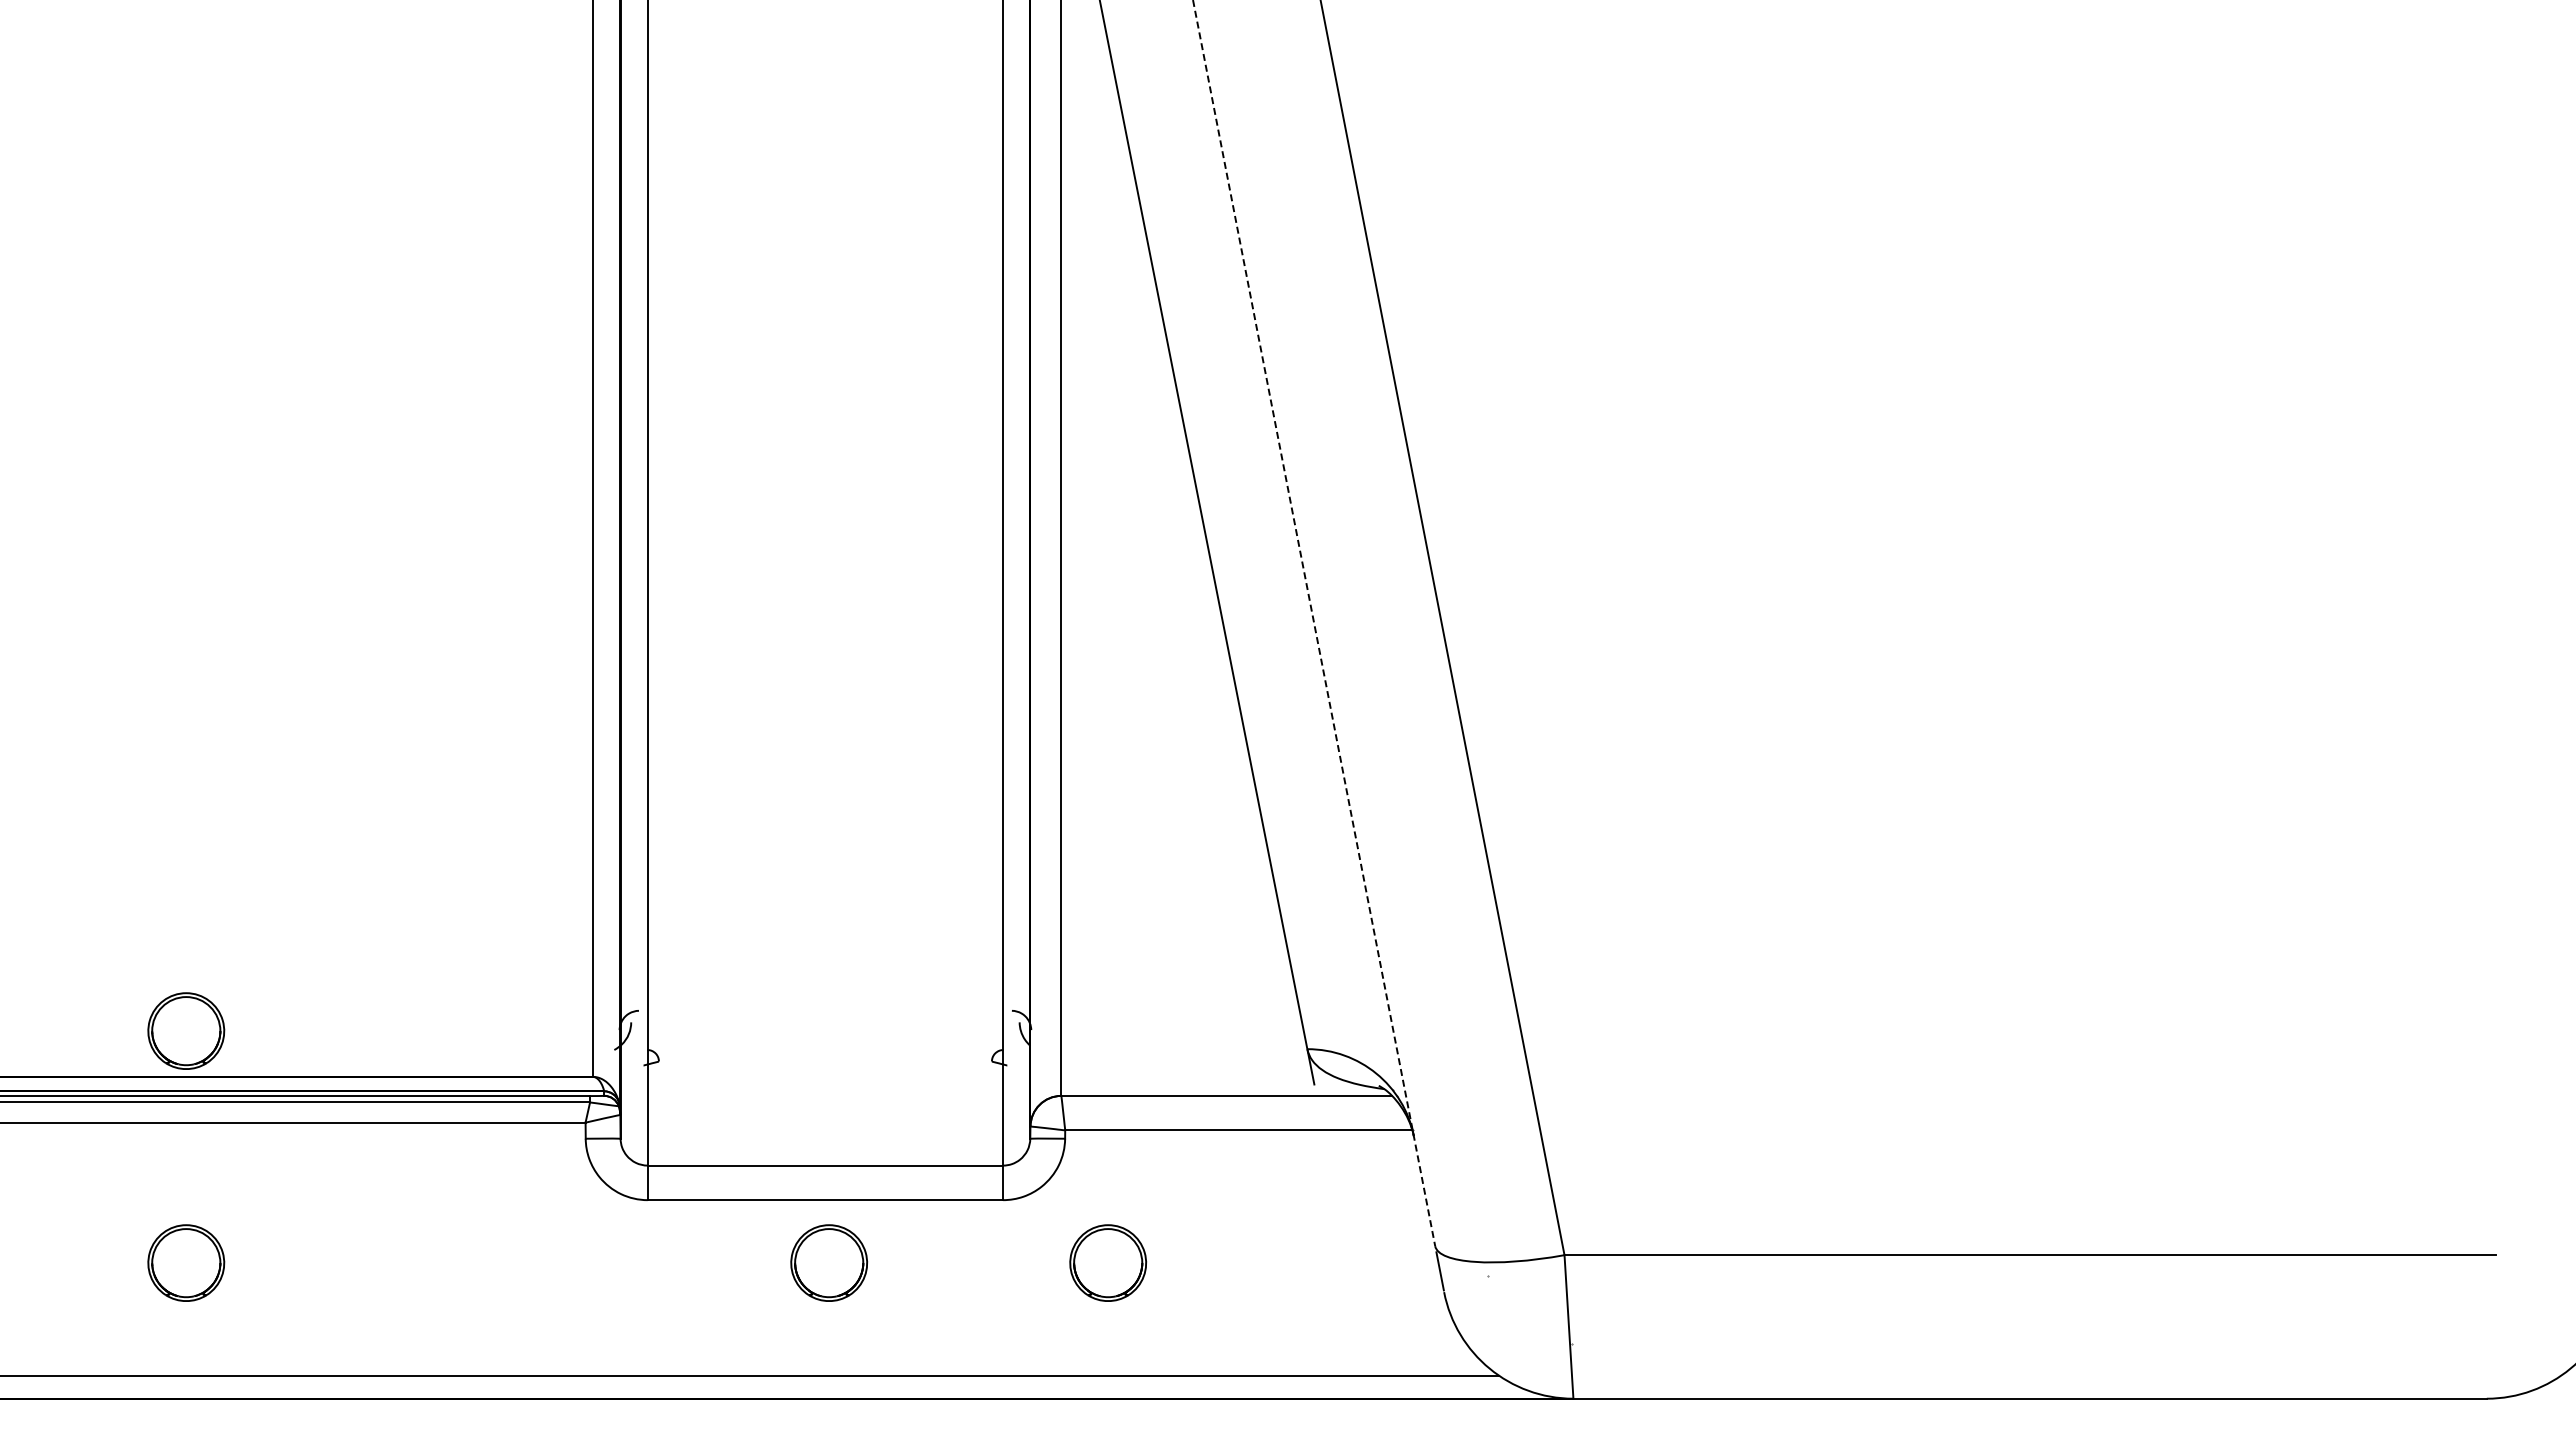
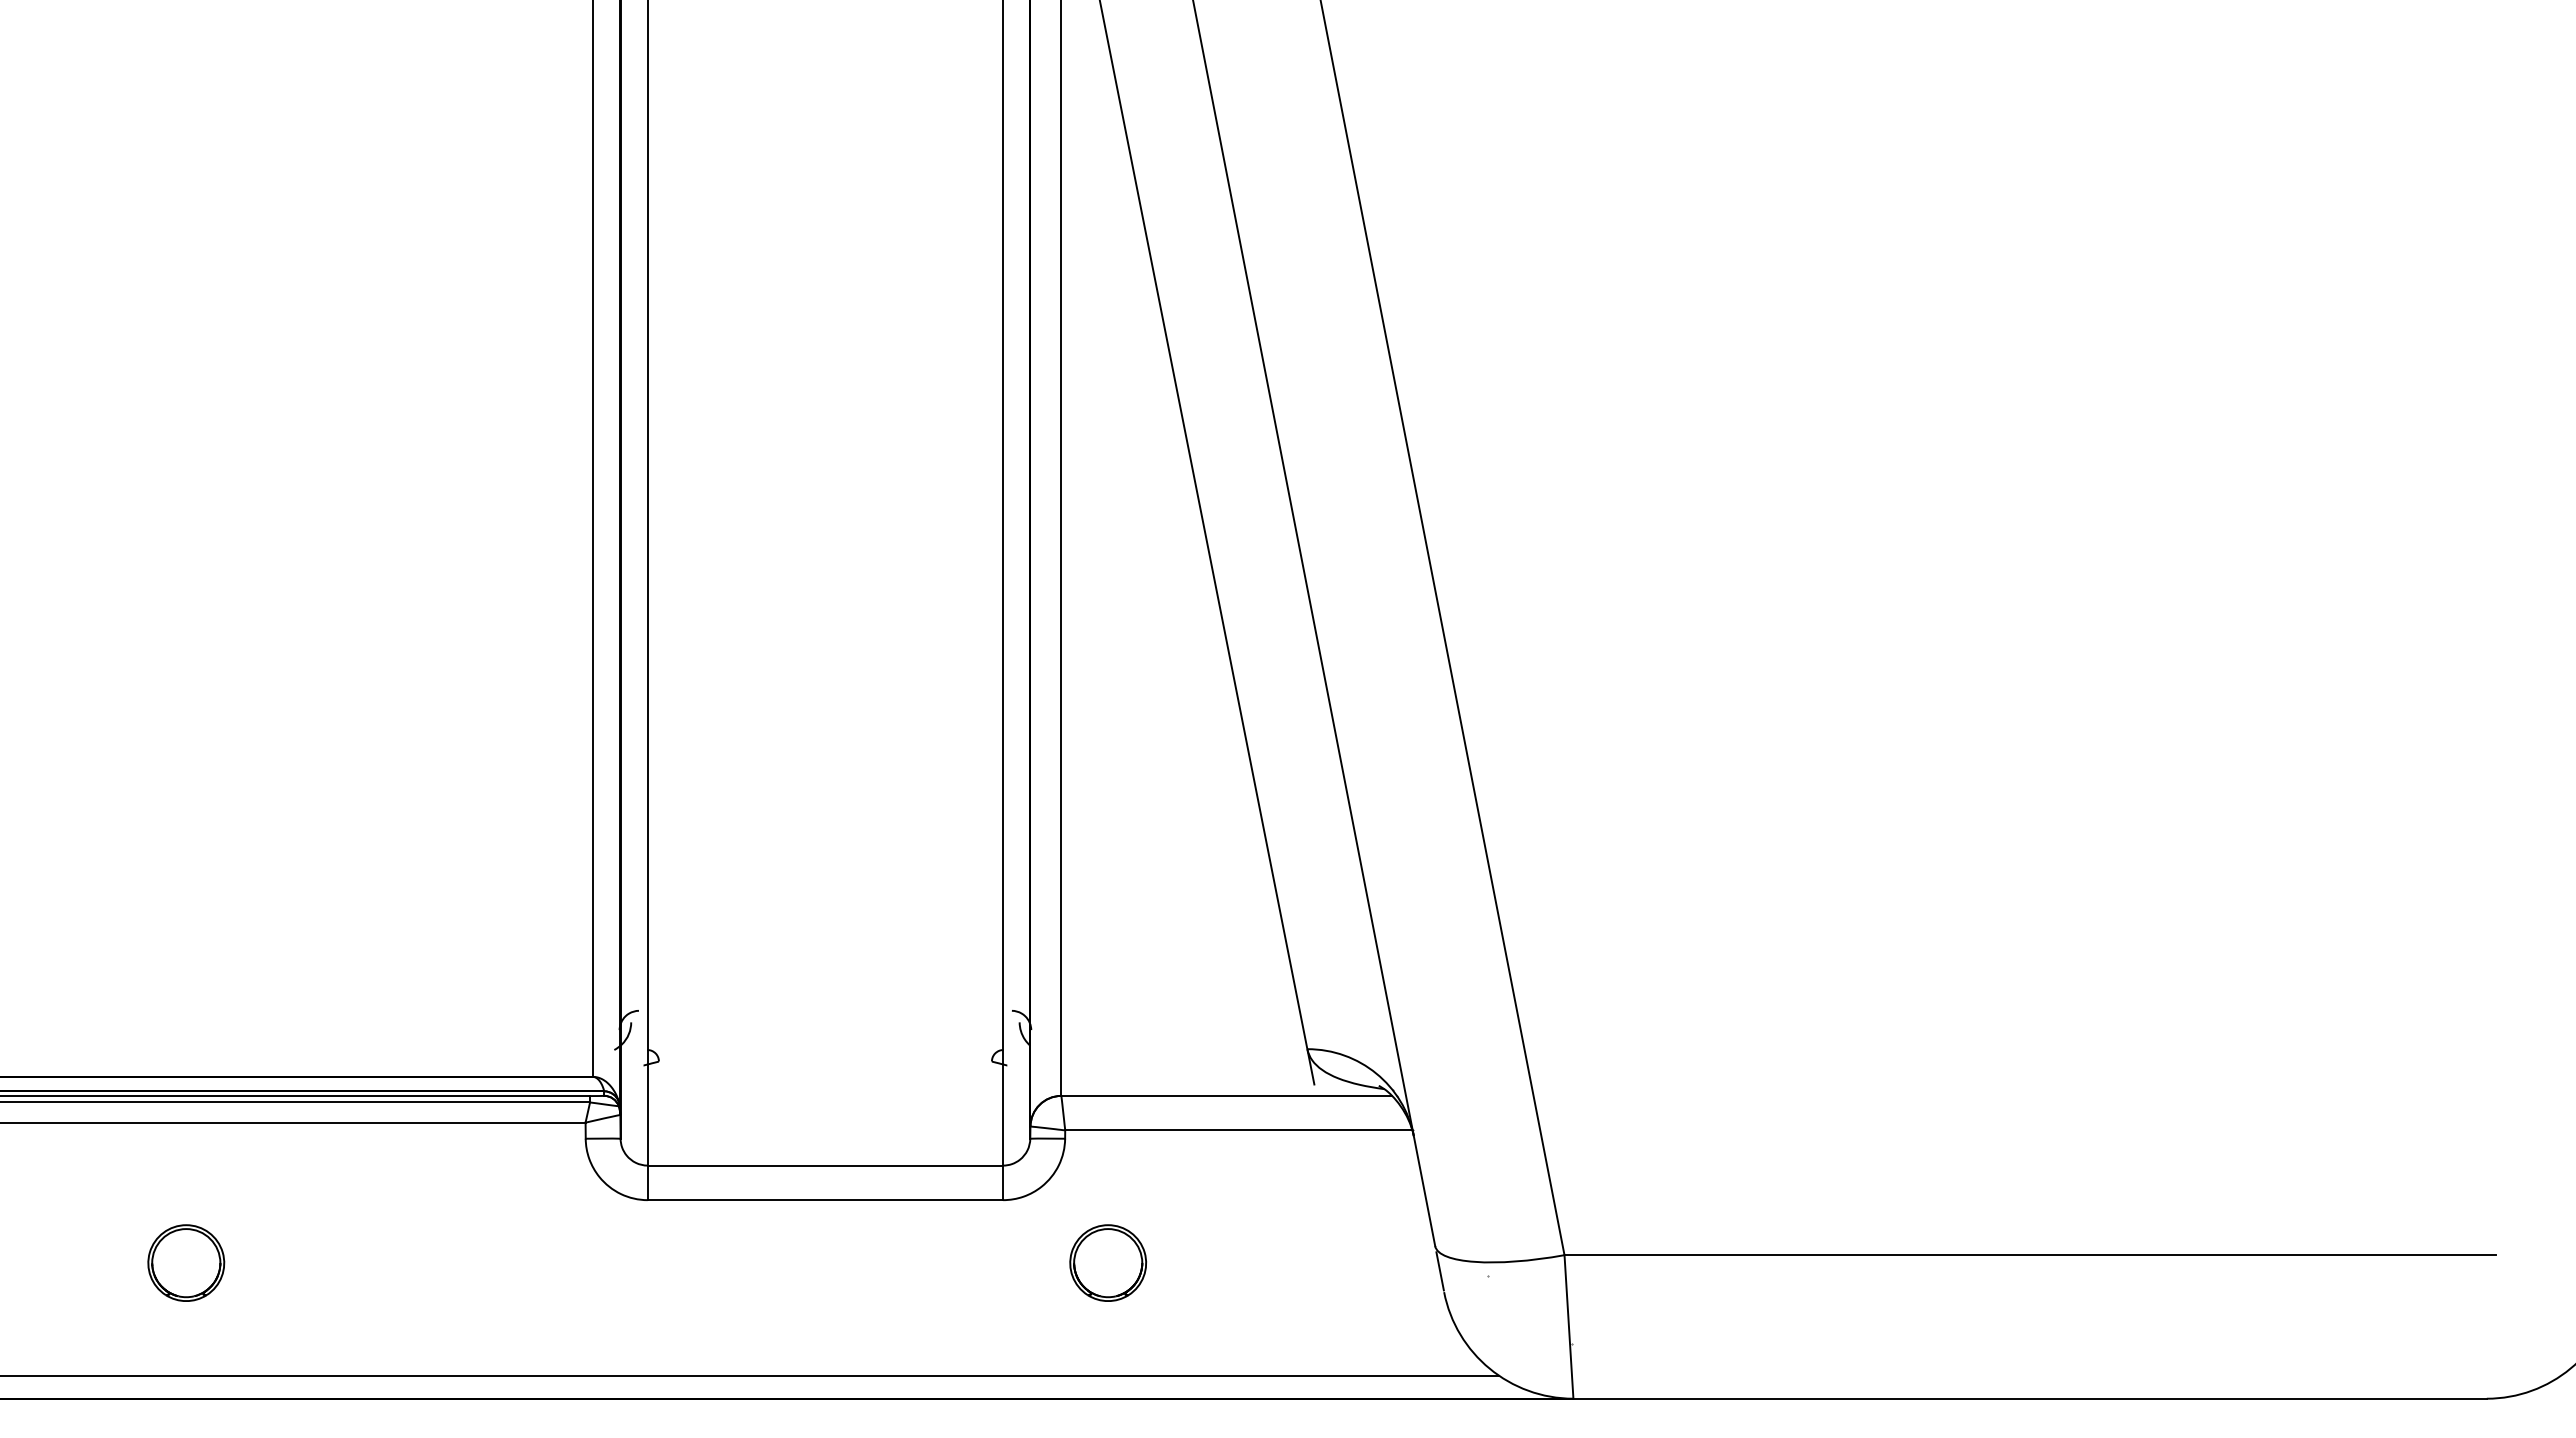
line at (1314, 624): dashed -> solid
part at (186, 1030): present -> none
part at (829, 1262): present -> none
